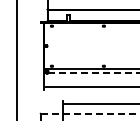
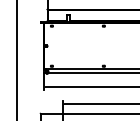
line at (93, 73): dashed -> solid
line at (90, 113): dashed -> solid
